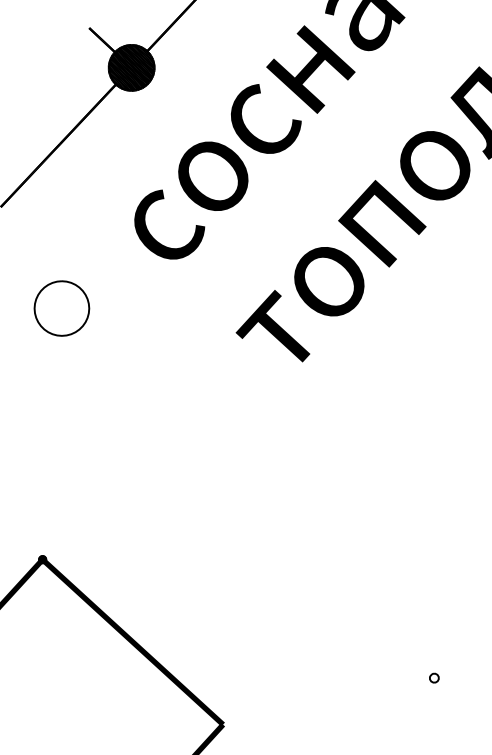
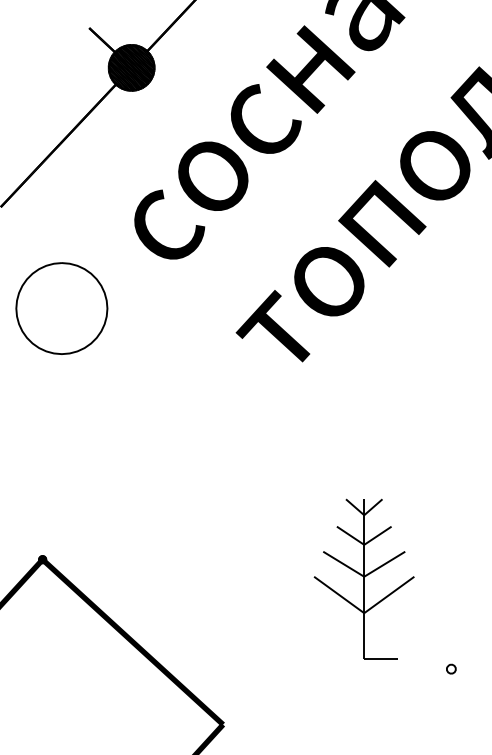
part at (61, 308) size: 58x57 px -> 94x93 px
part at (363, 578): none -> present
part at (434, 677) position: (434, 677) -> (451, 668)
